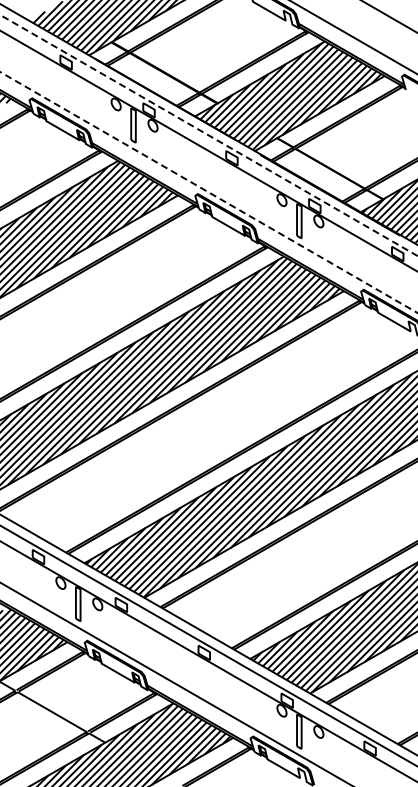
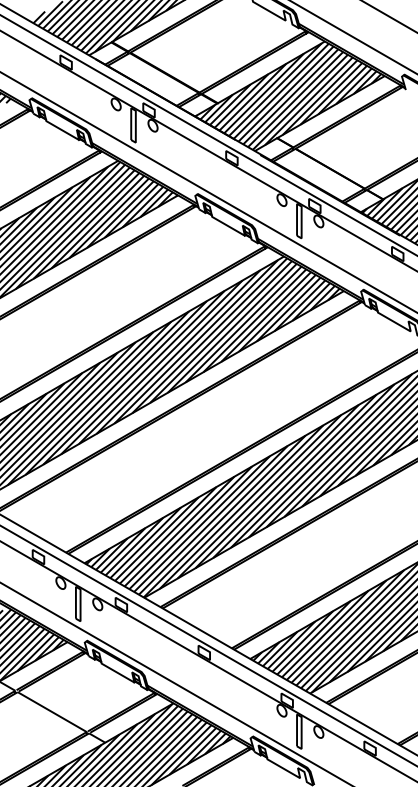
line at (209, 135): dashed -> solid
line at (208, 192): dashed -> solid
